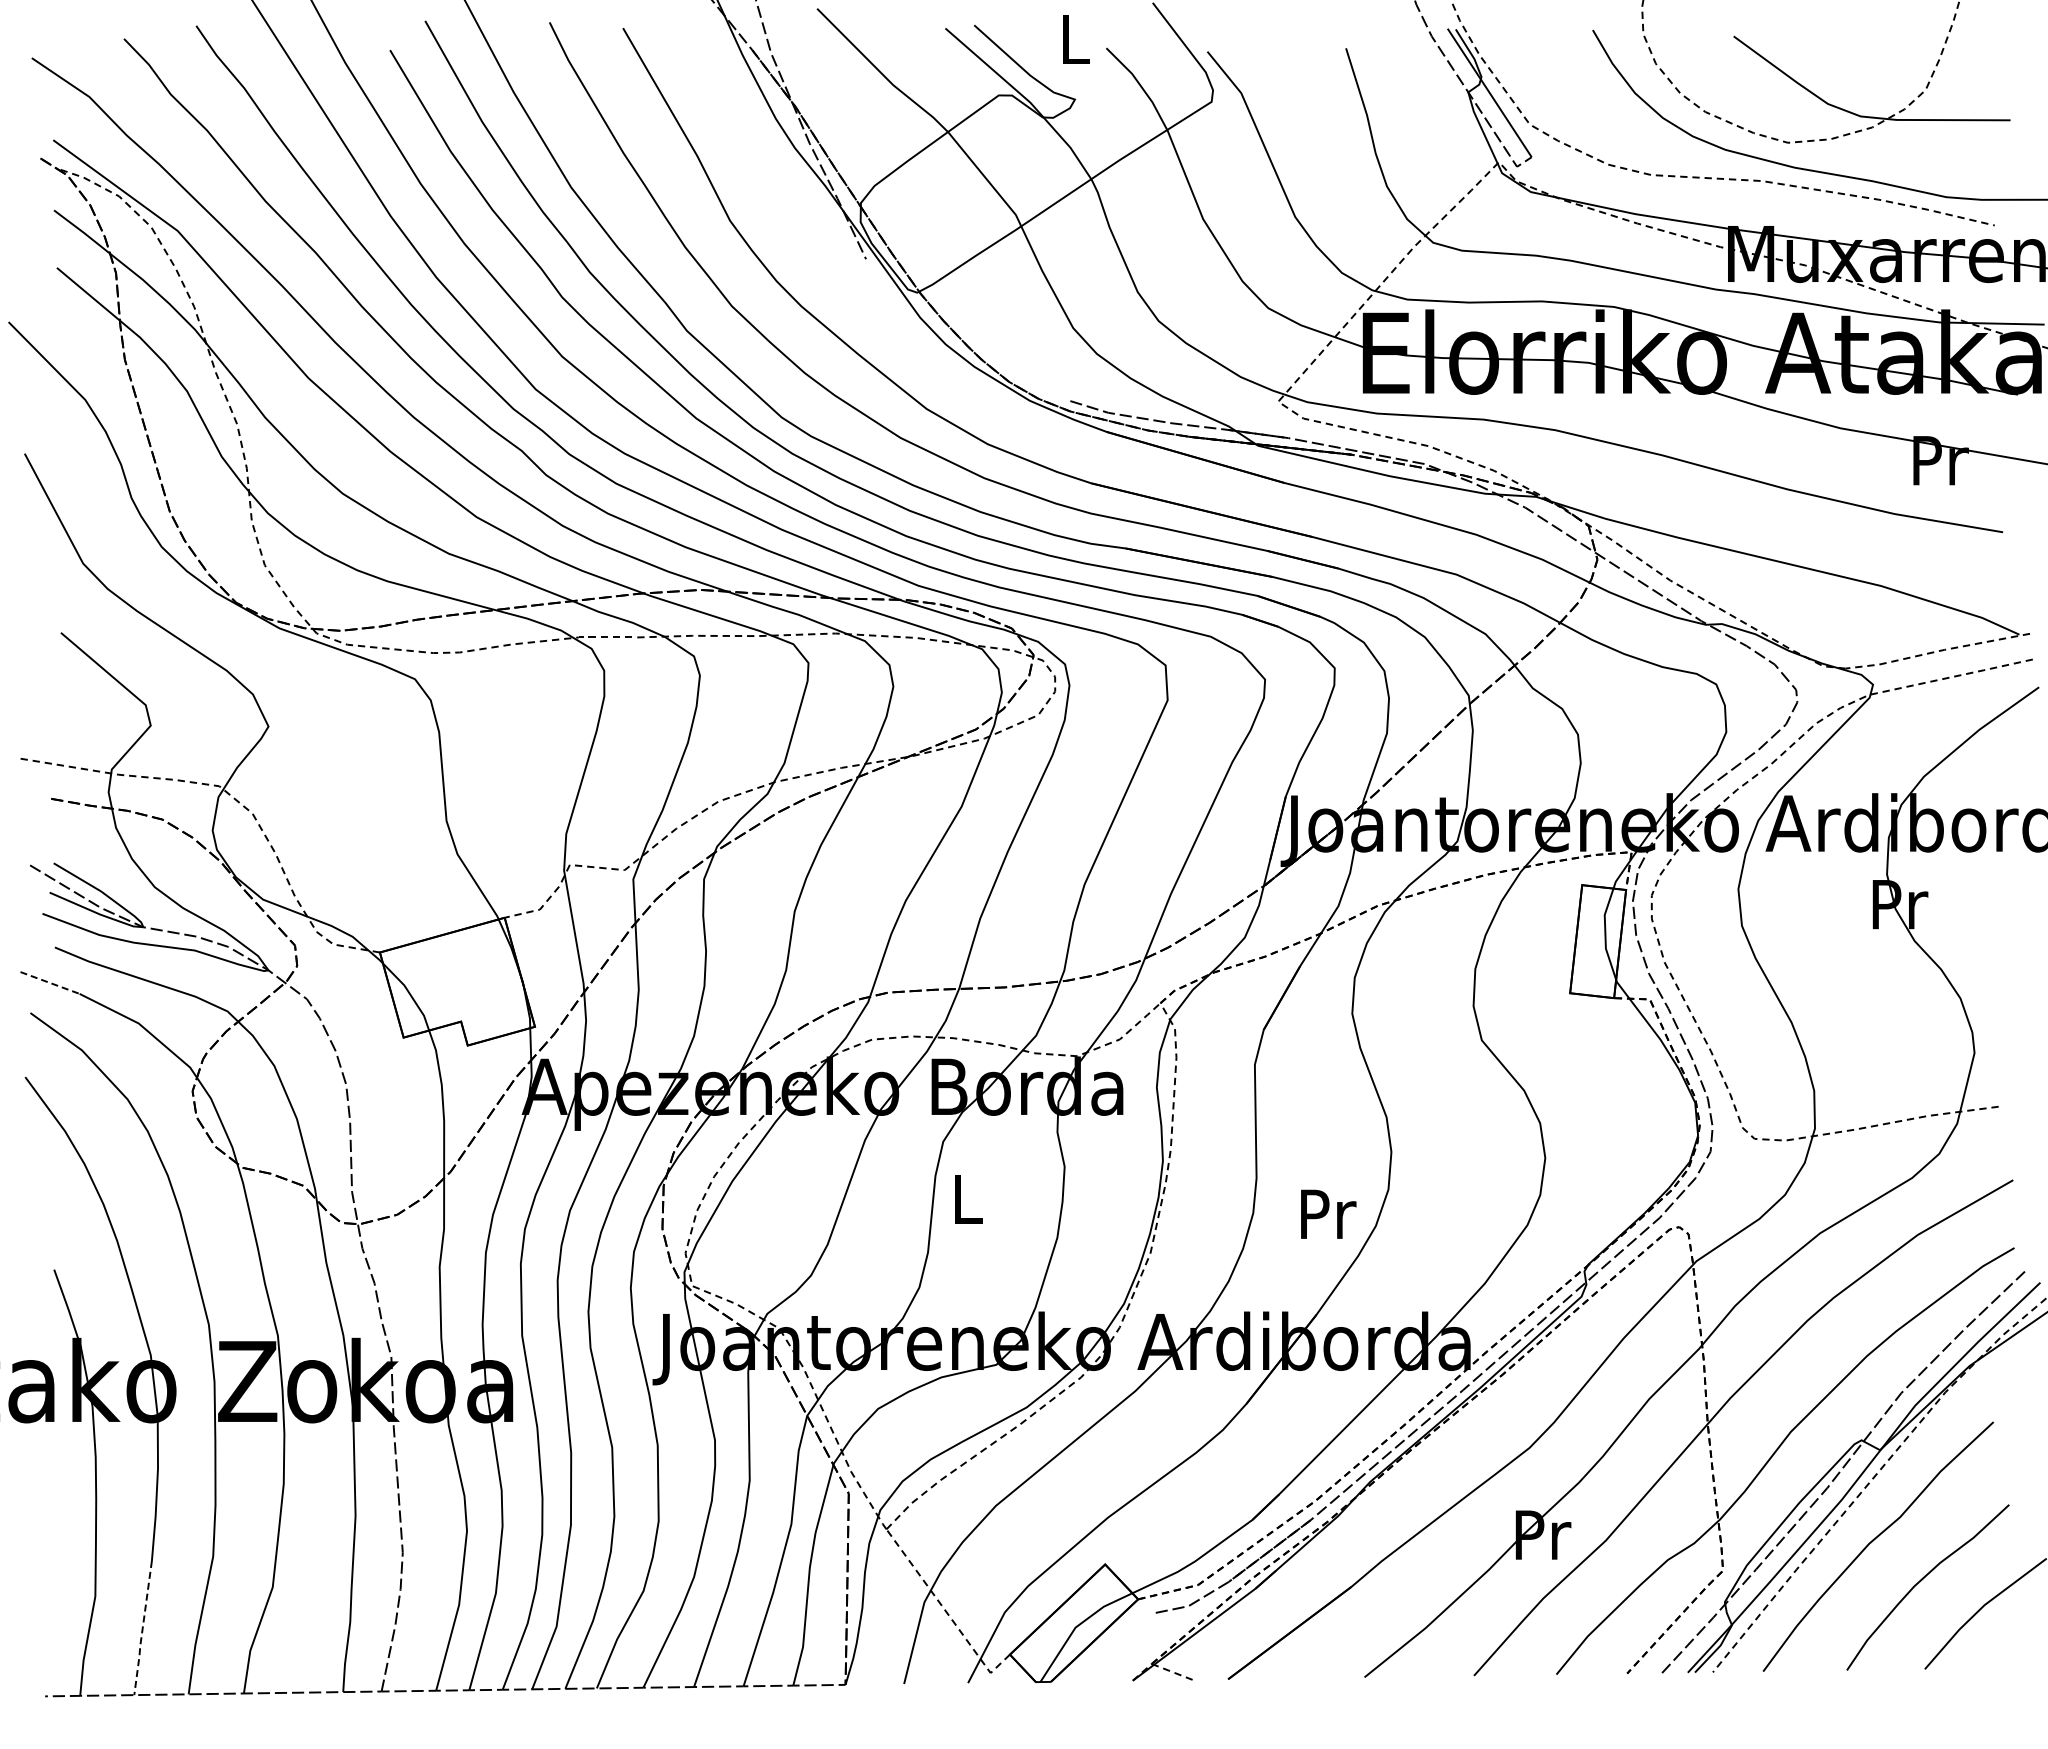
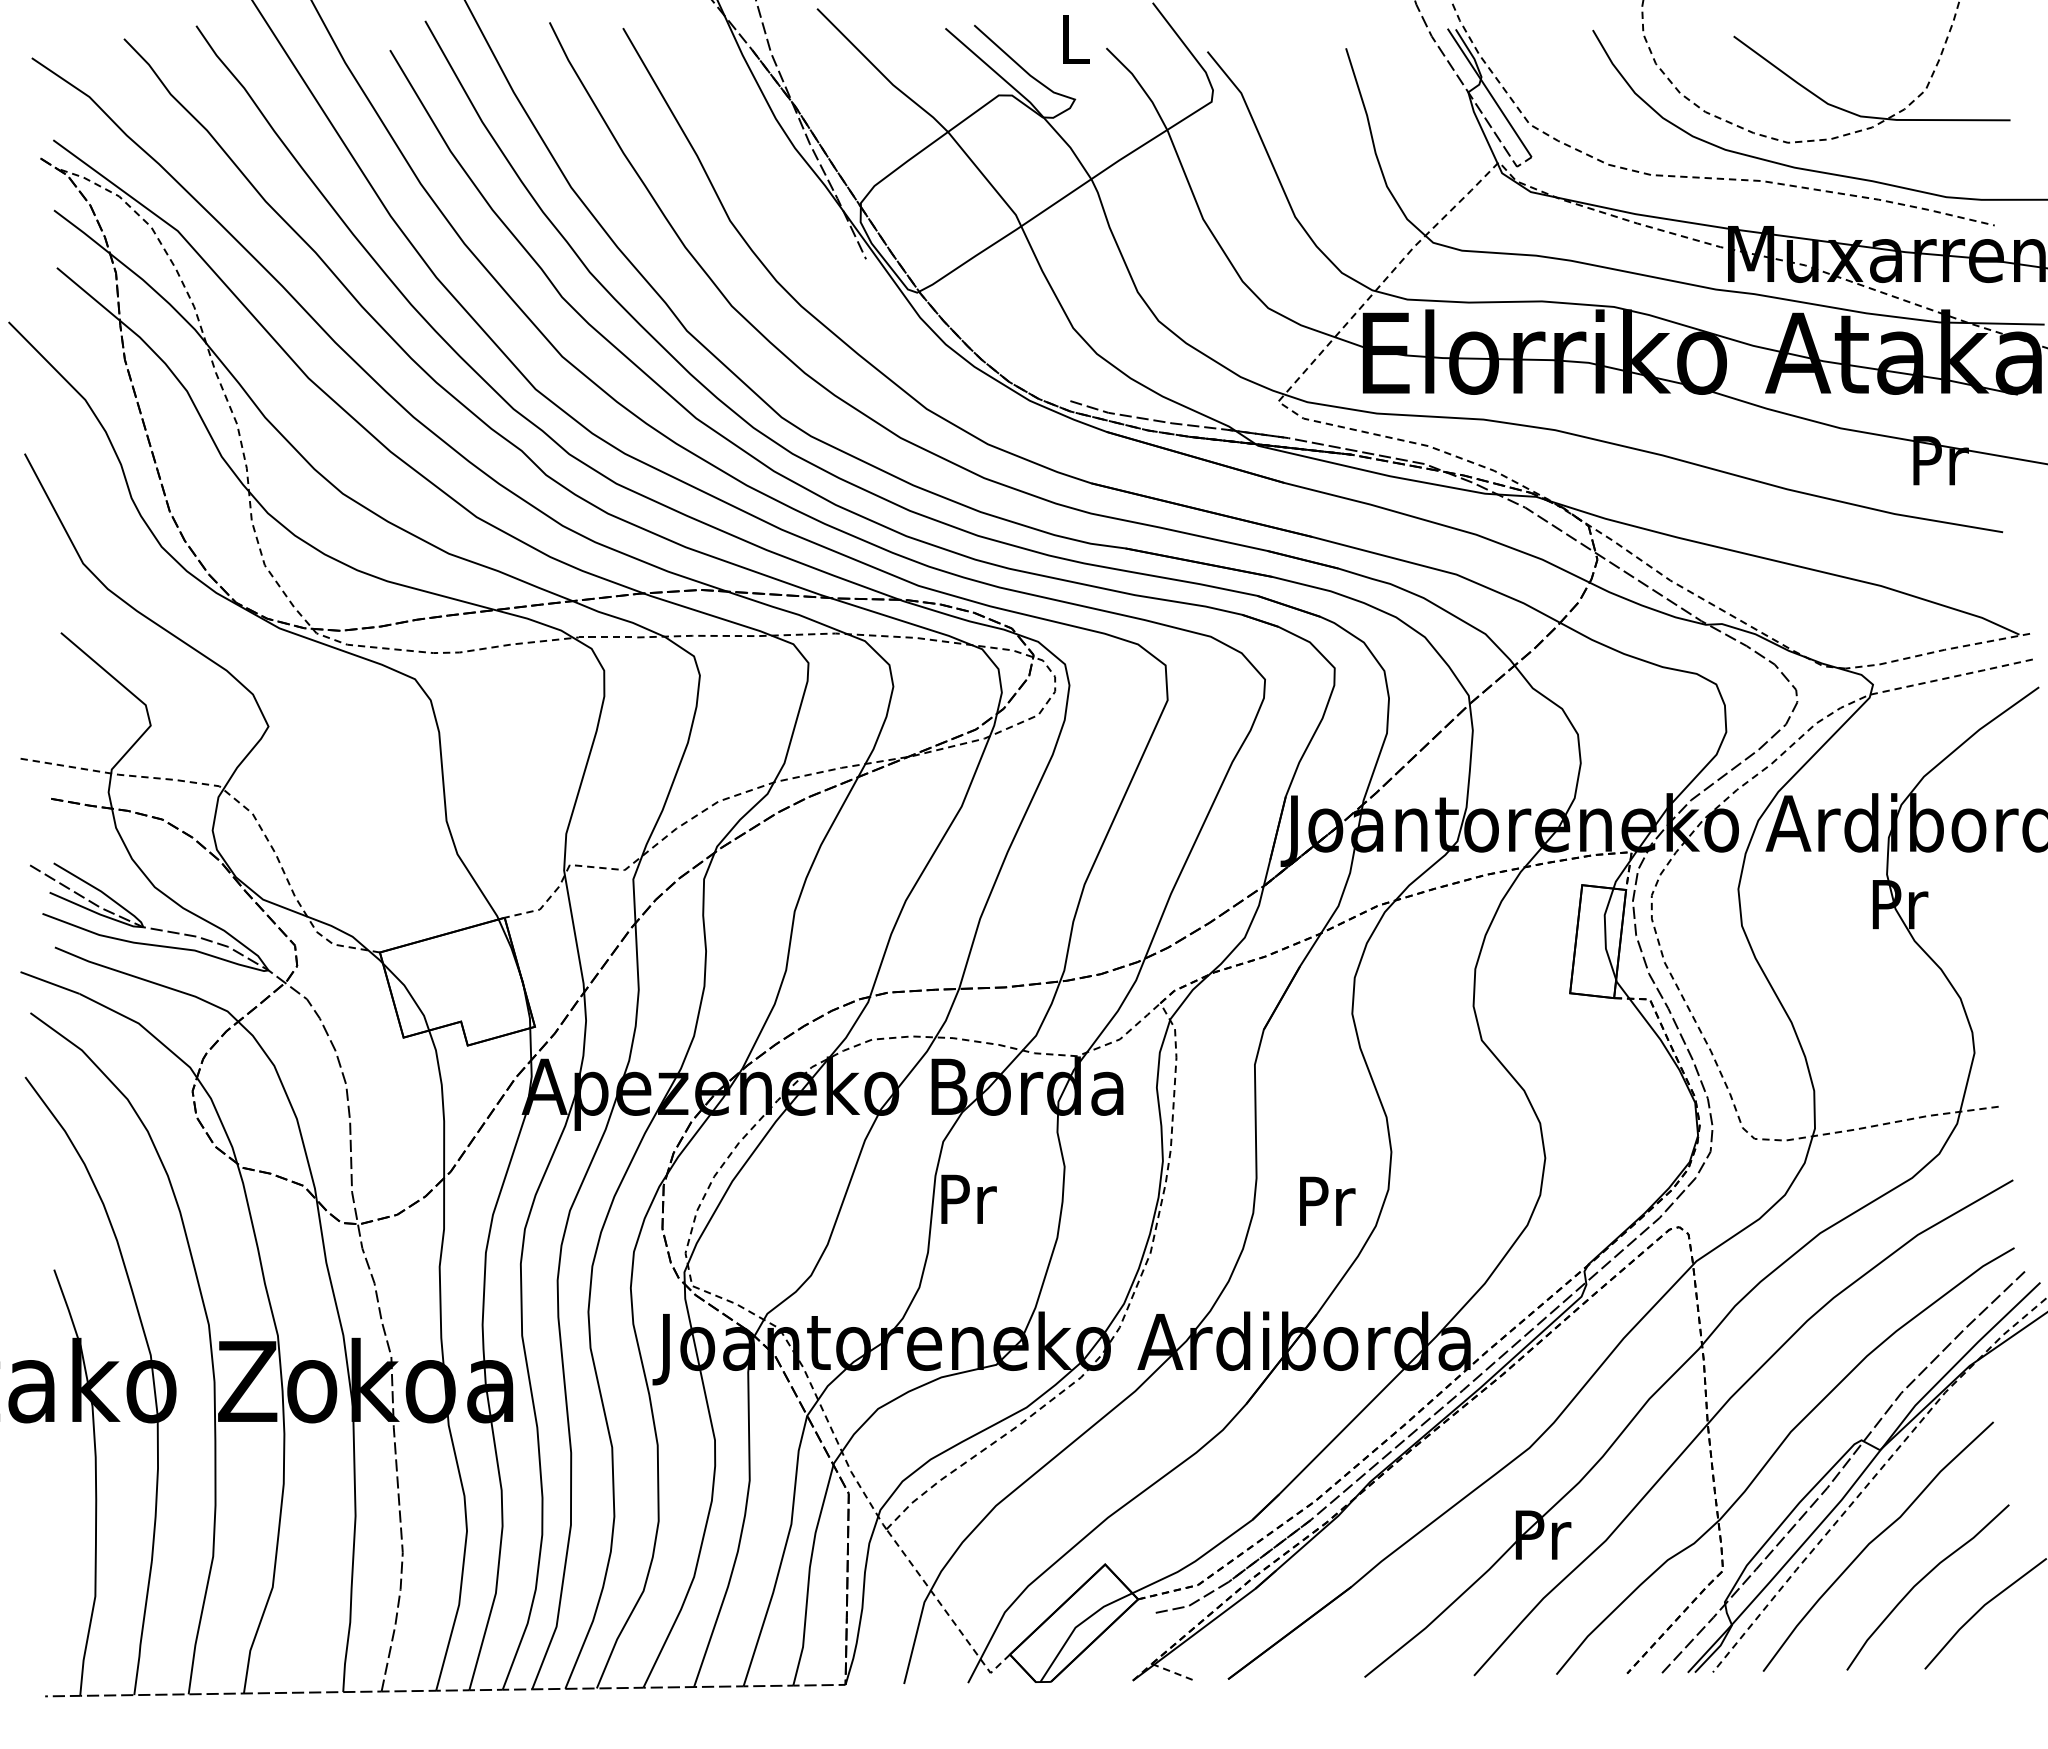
line at (50, 983): dashed -> solid
text at (968, 1198): L -> Pr
text at (1328, 1213) position: (1328, 1213) -> (1327, 1200)
line at (142, 1629): dashed -> solid
